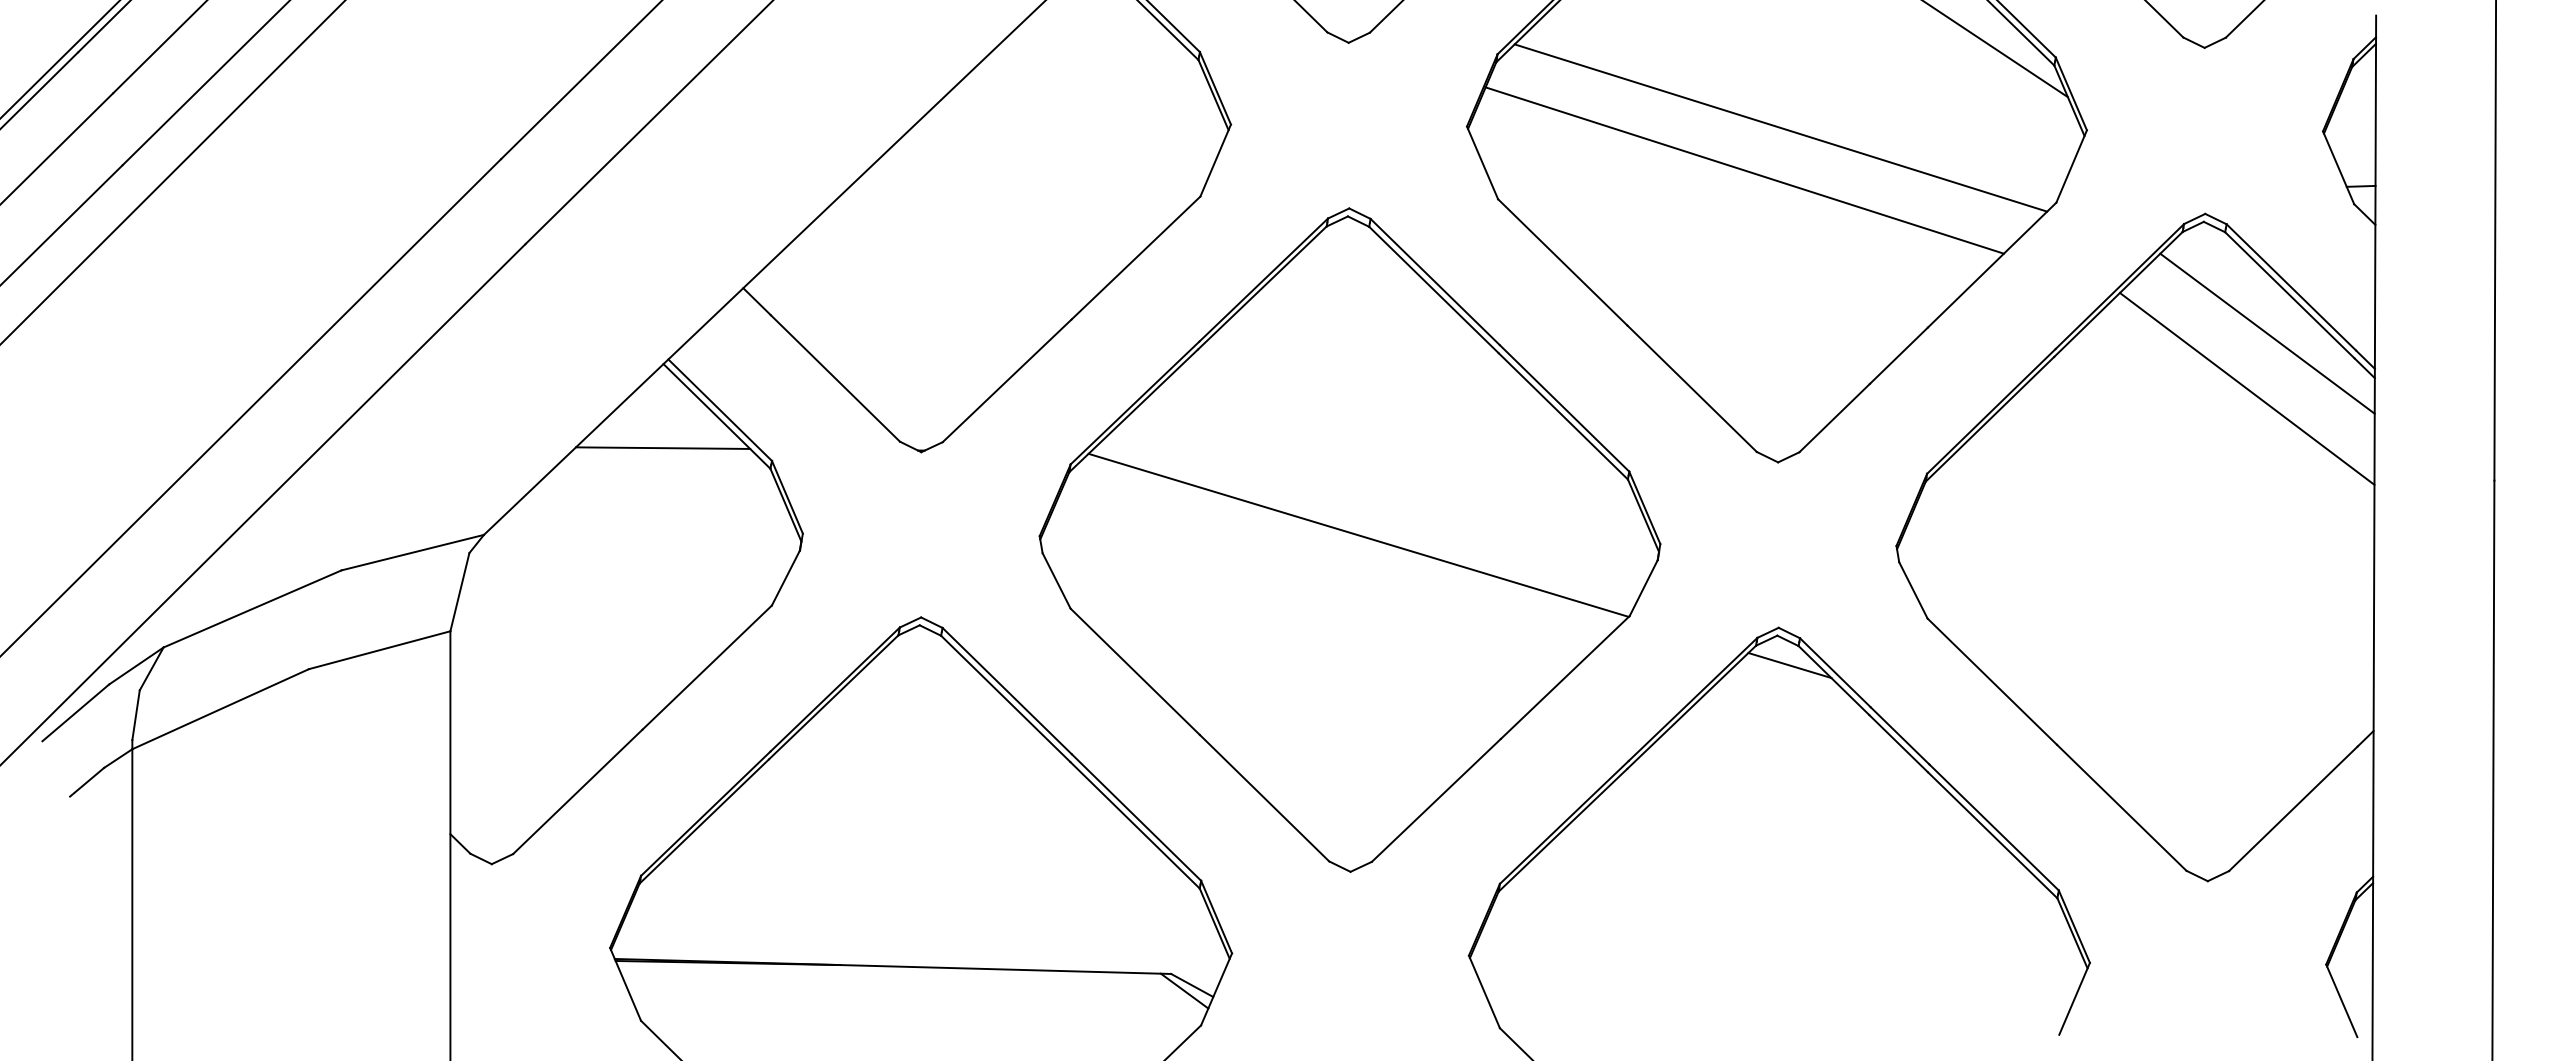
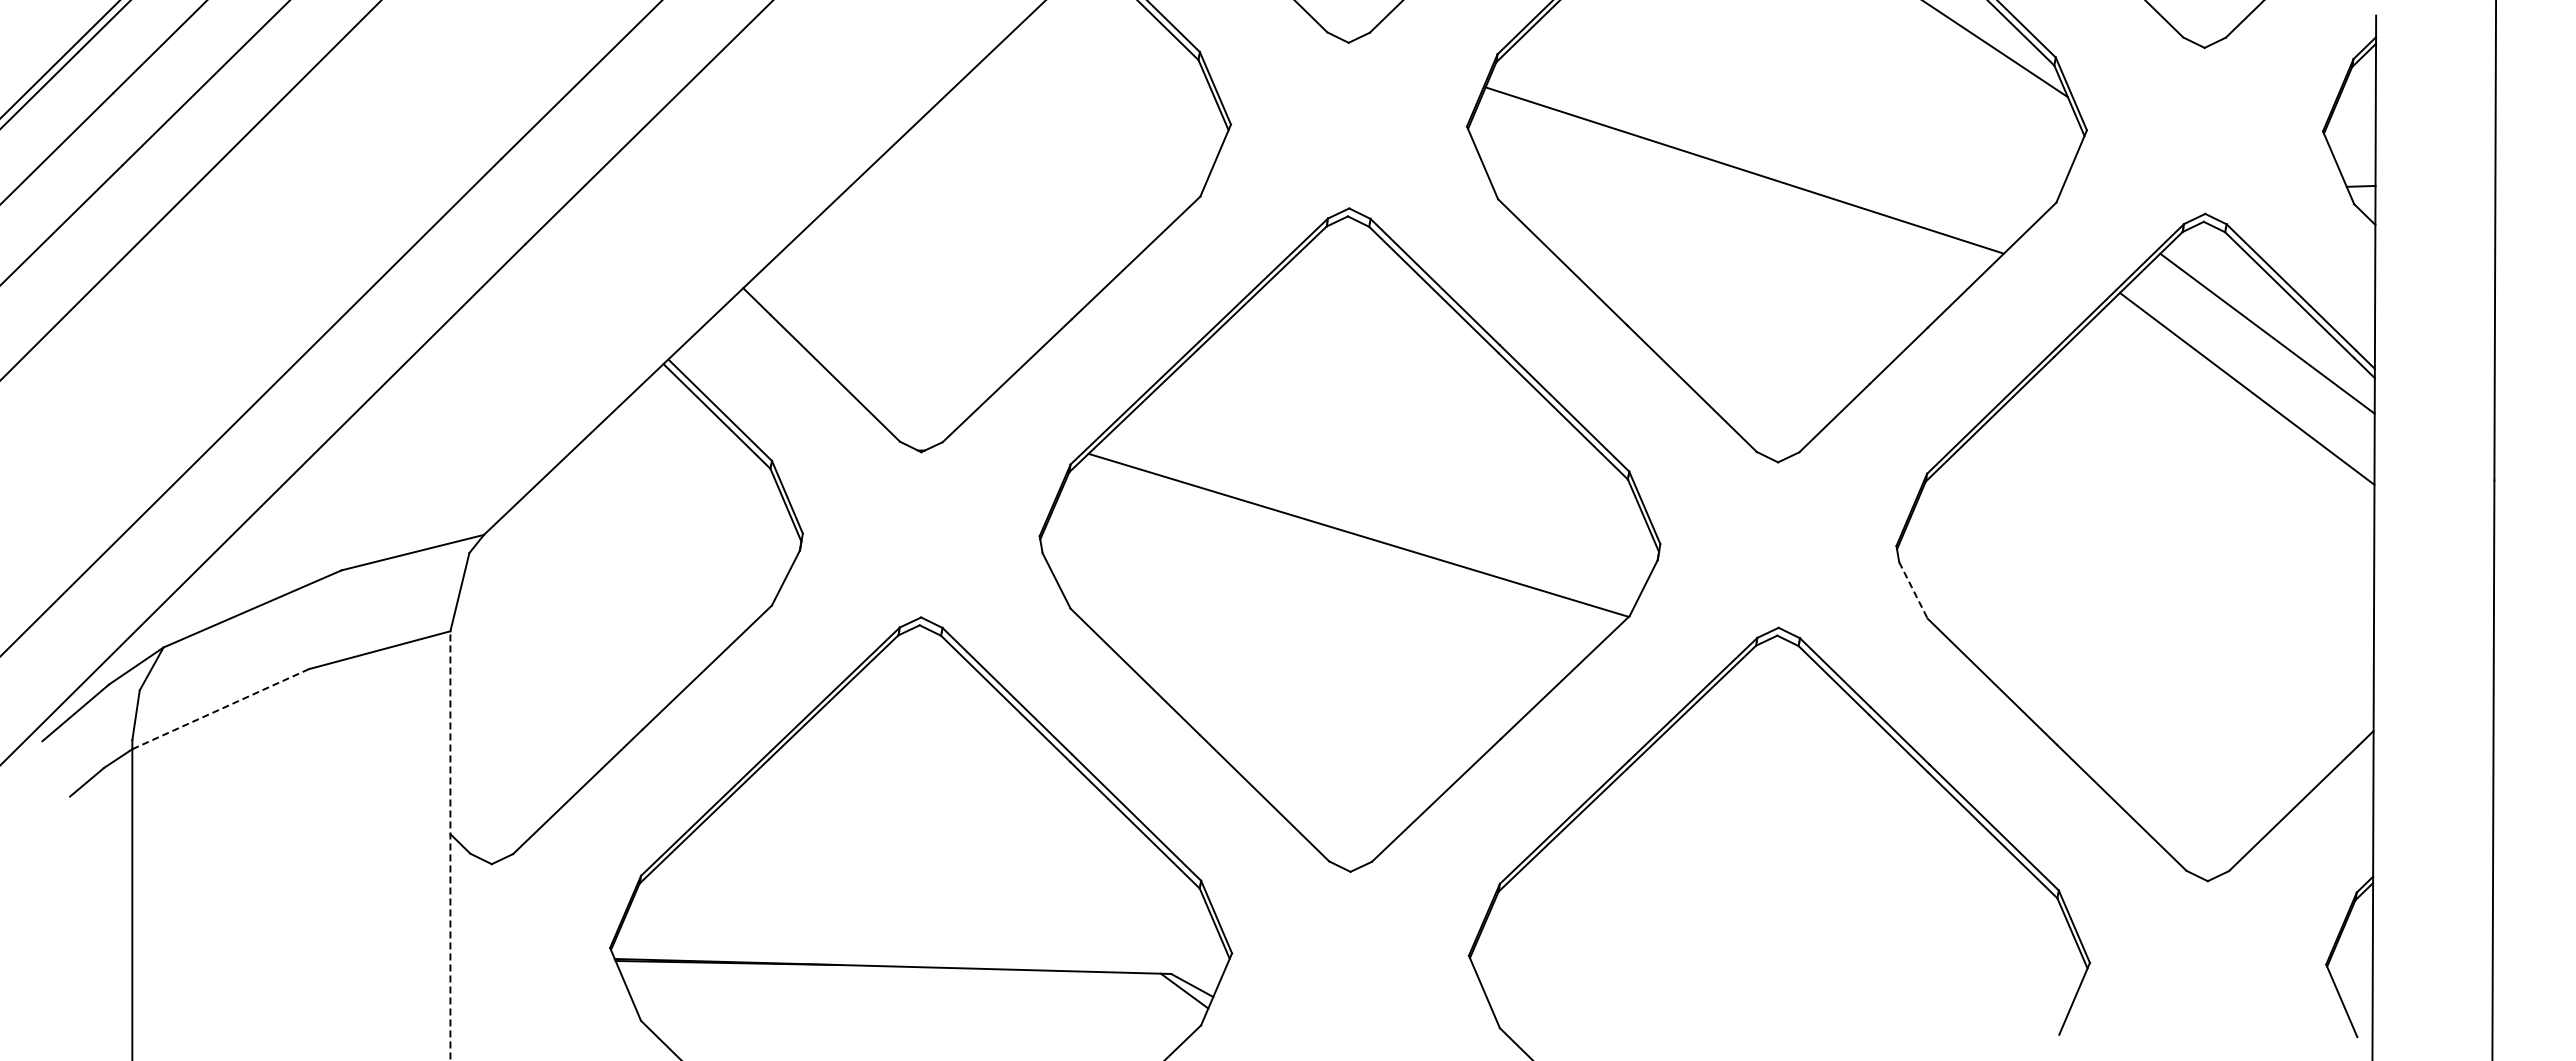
line at (1780, 127): present -> none
line at (172, 172) position: (172, 172) -> (190, 190)
line at (662, 447): present -> none
line at (1913, 590): solid -> dashed
line at (1789, 665): present -> none
line at (220, 709): solid -> dashed
line at (450, 846): solid -> dashed
